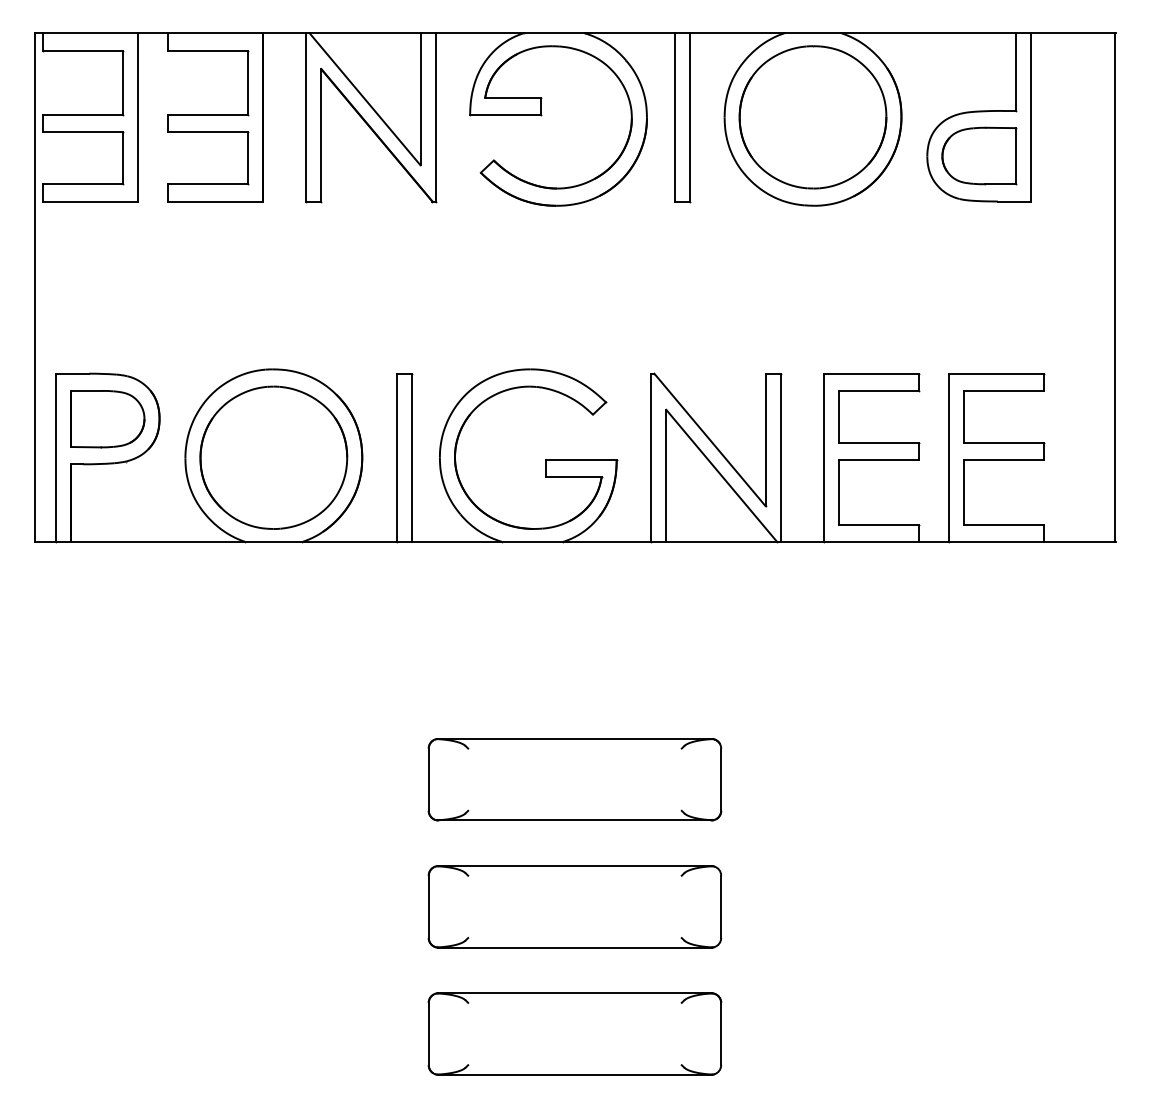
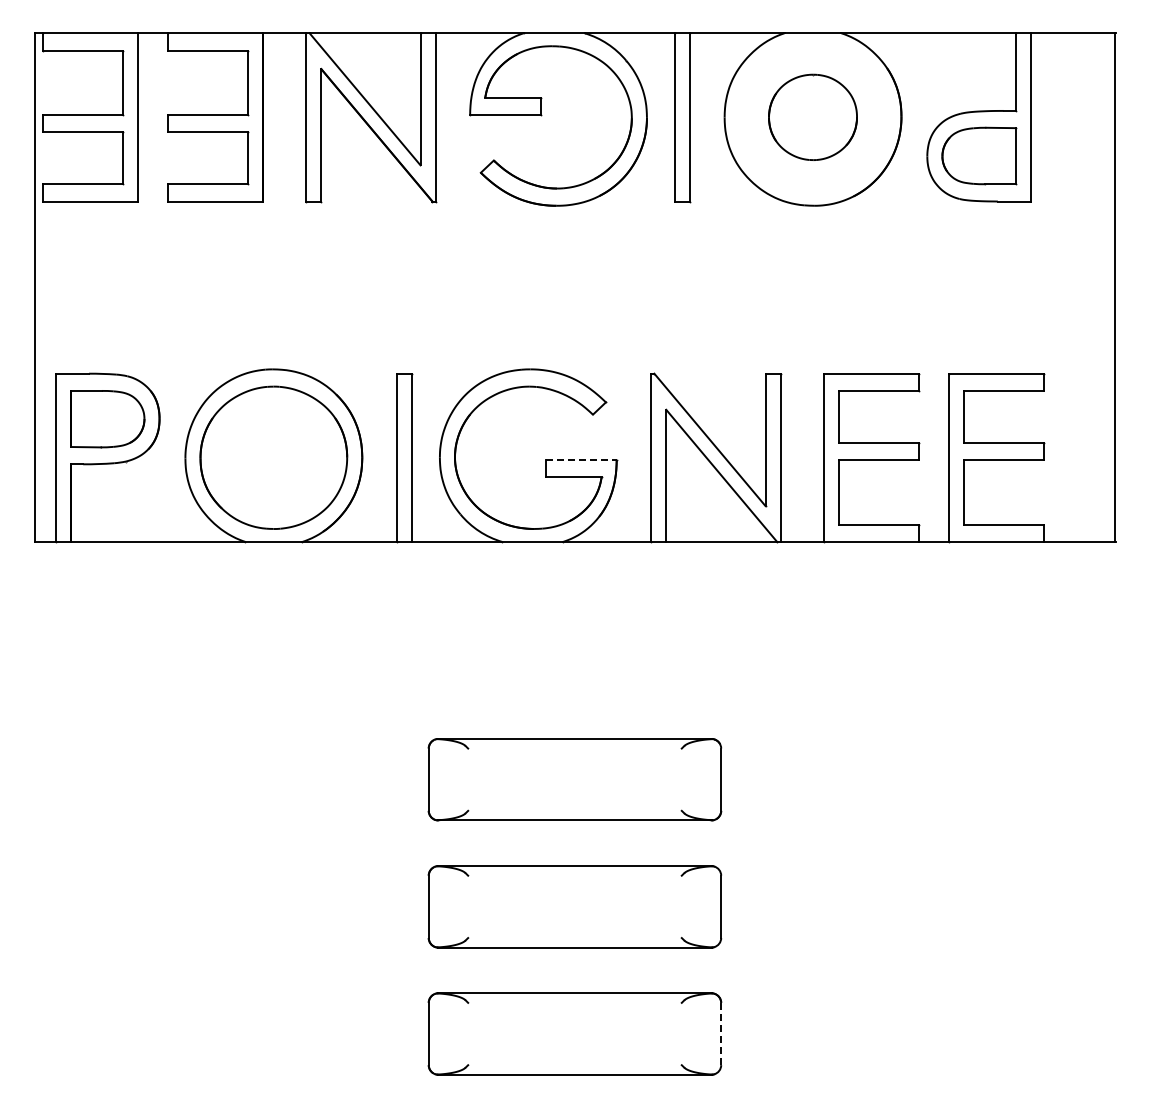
part at (812, 117) size: 150x145 px -> 90x88 px
line at (581, 459): solid -> dashed
line at (721, 1033): solid -> dashed
